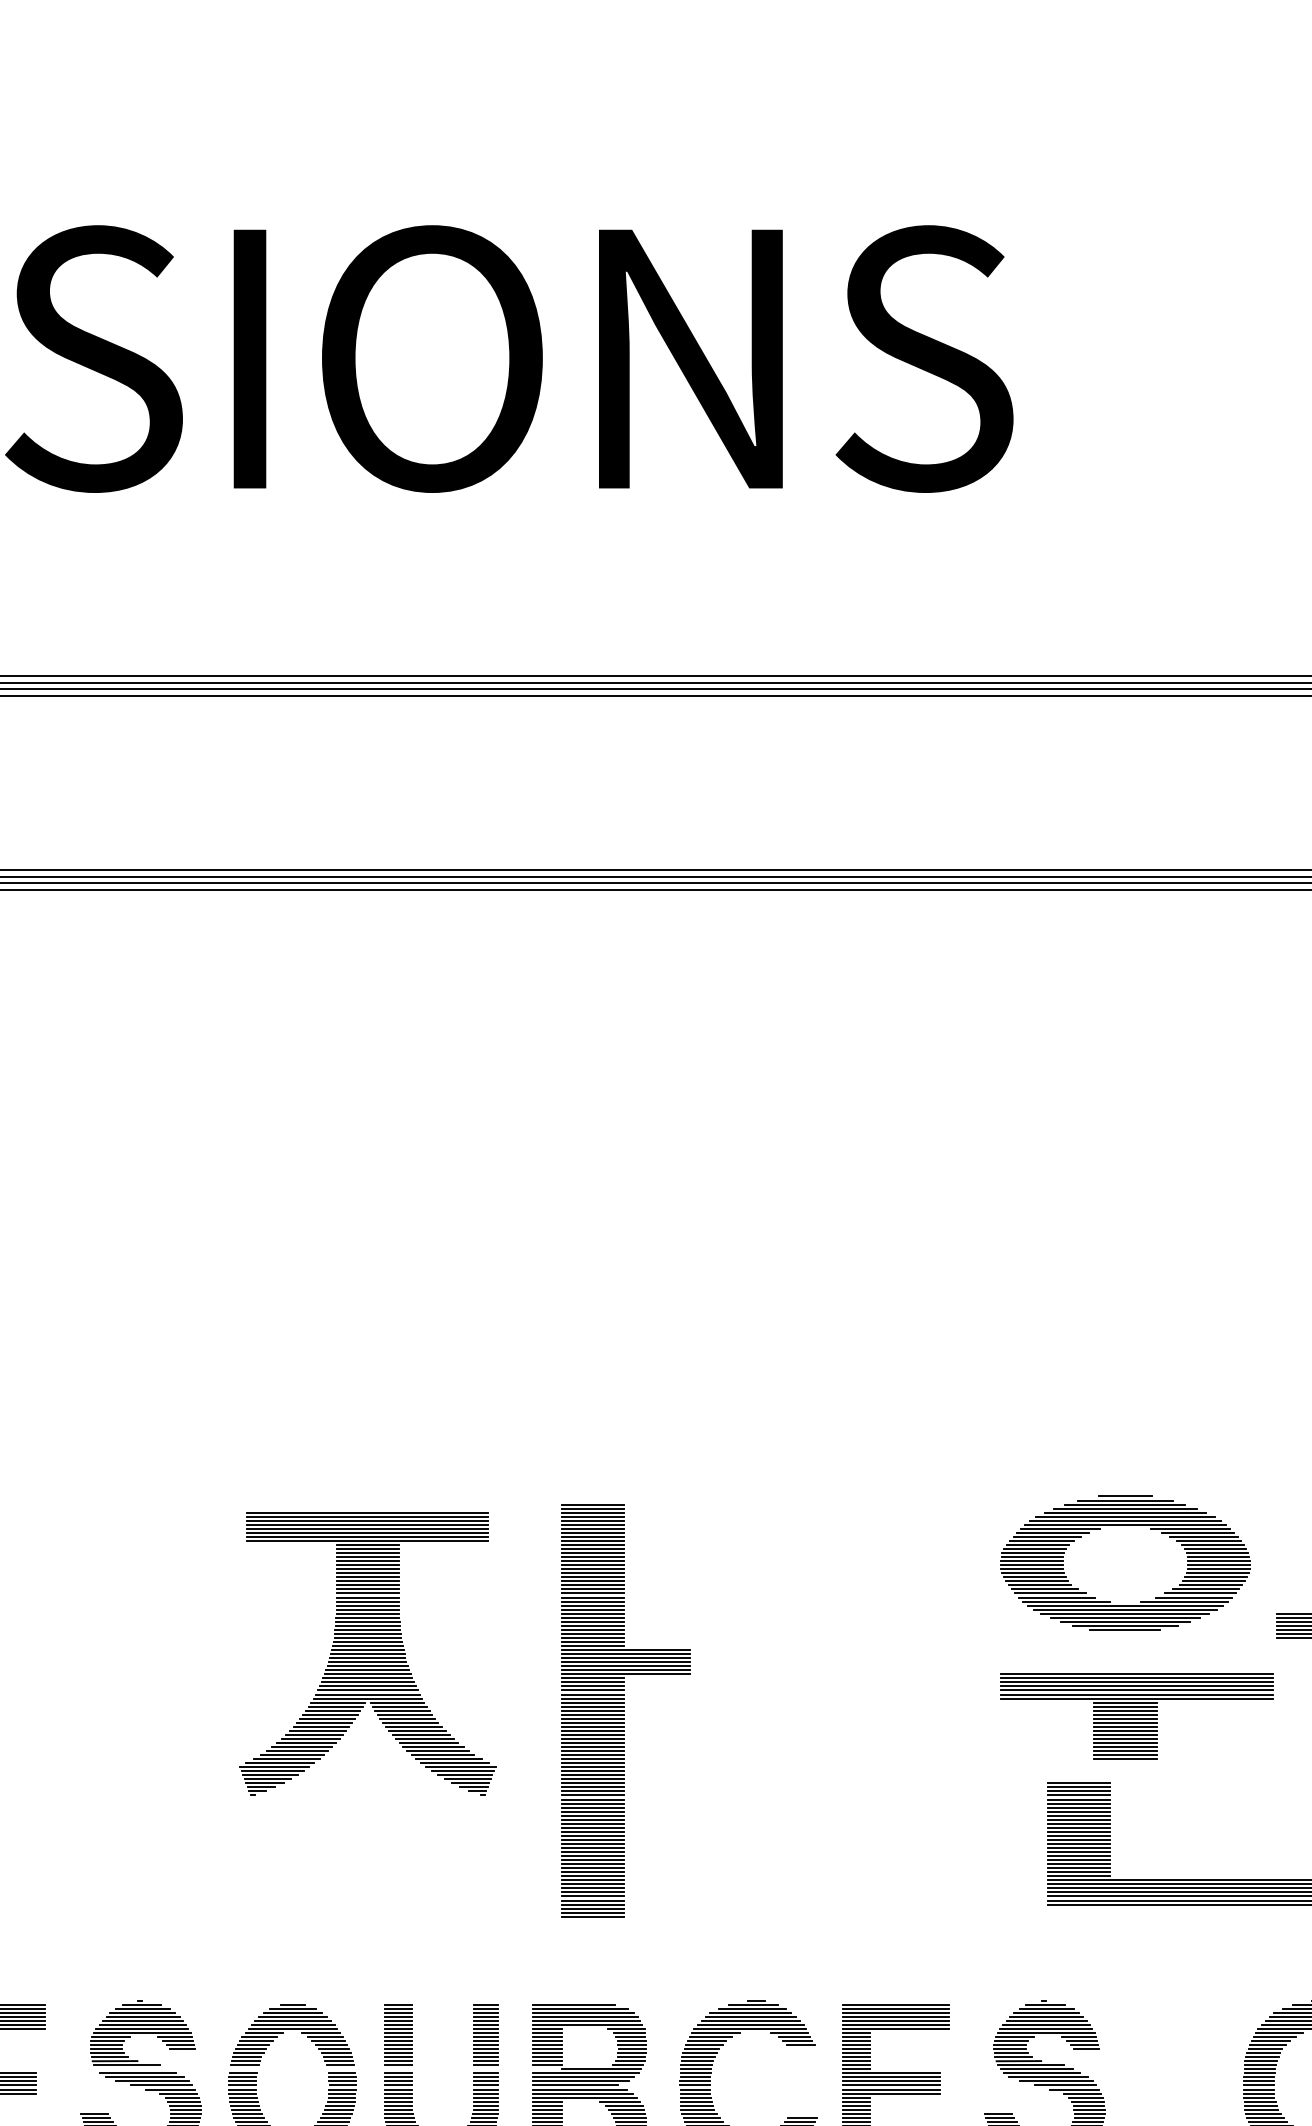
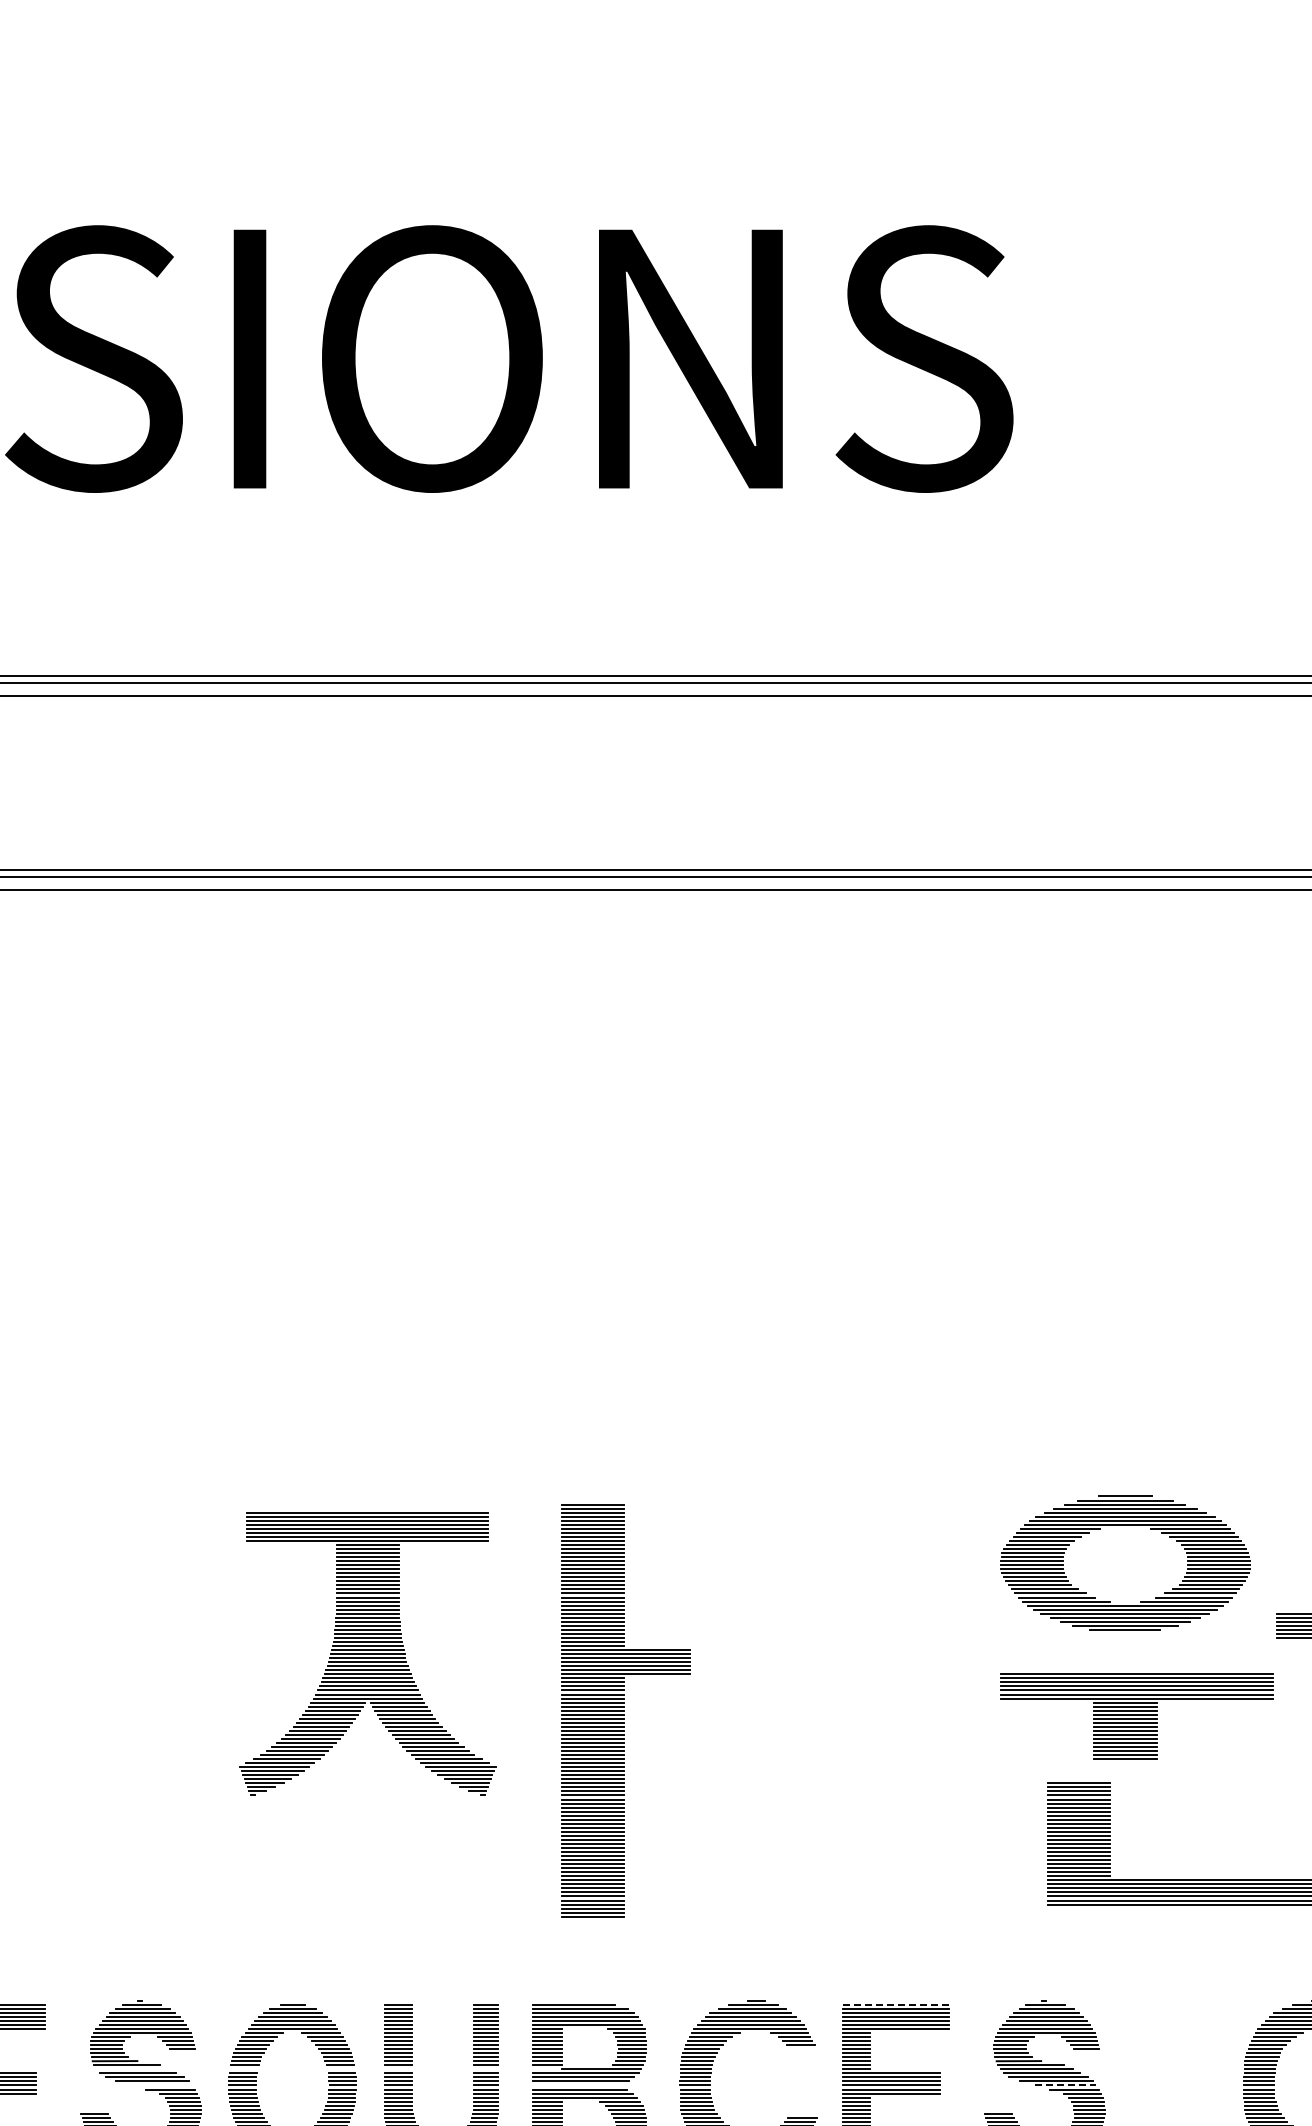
line at (655, 689): present -> none
line at (655, 883): present -> none
line at (895, 2004): solid -> dashed
line at (161, 2085): present -> none
line at (575, 2085): present -> none
line at (1065, 2085): solid -> dashed
